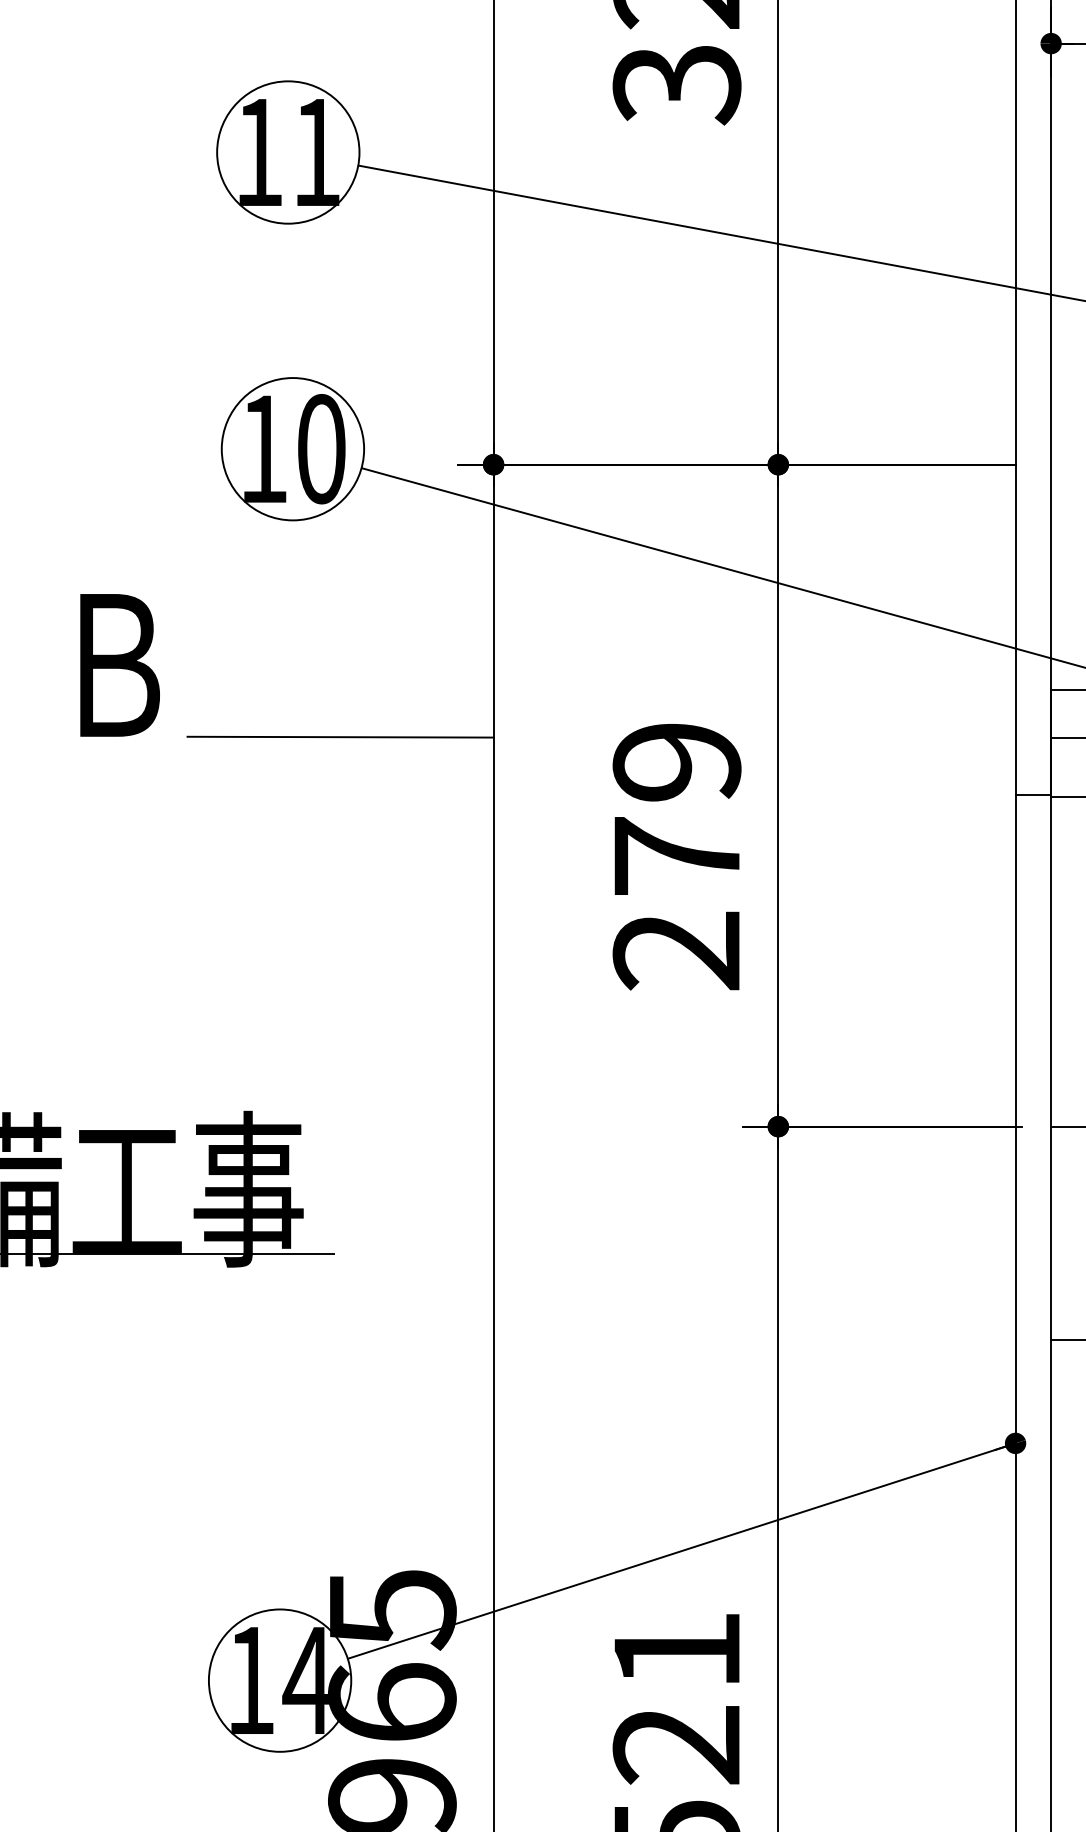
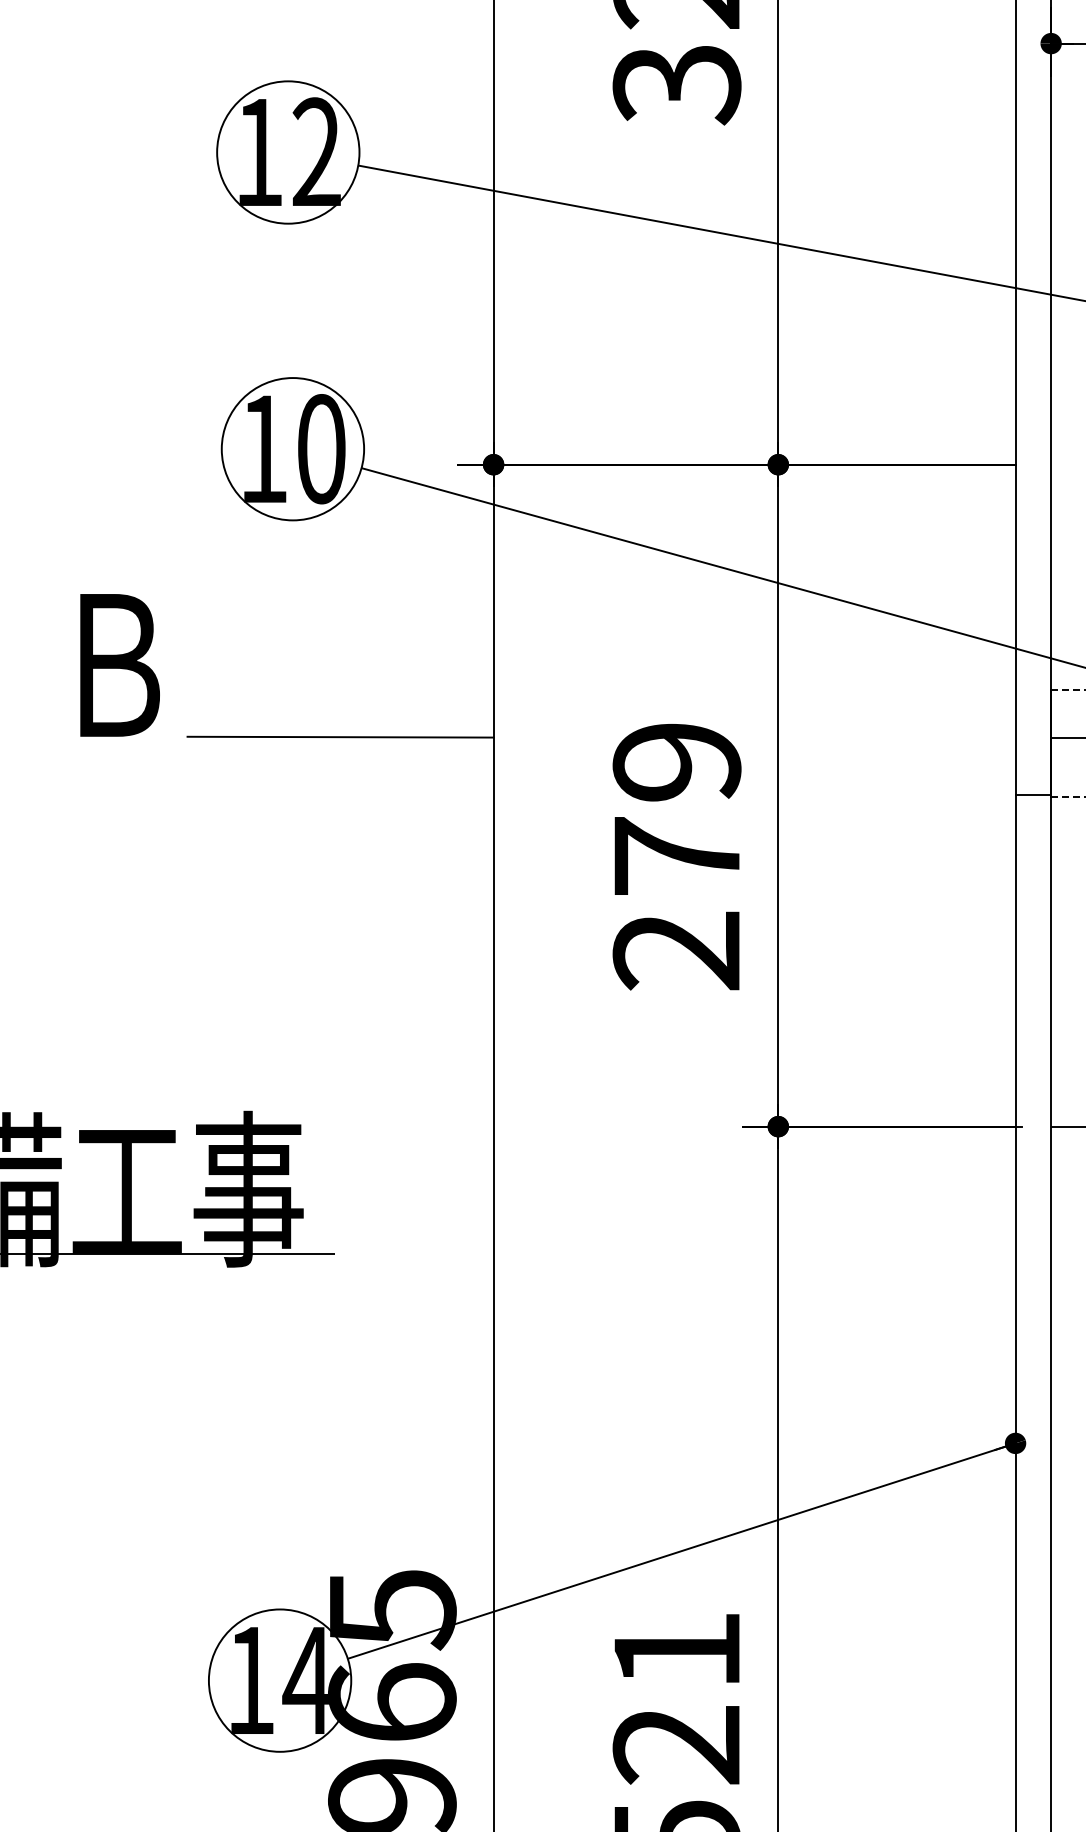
text at (316, 151): 11 -> 12
line at (1068, 690): solid -> dashed
line at (1068, 796): solid -> dashed
line at (1066, 1340): present -> none
